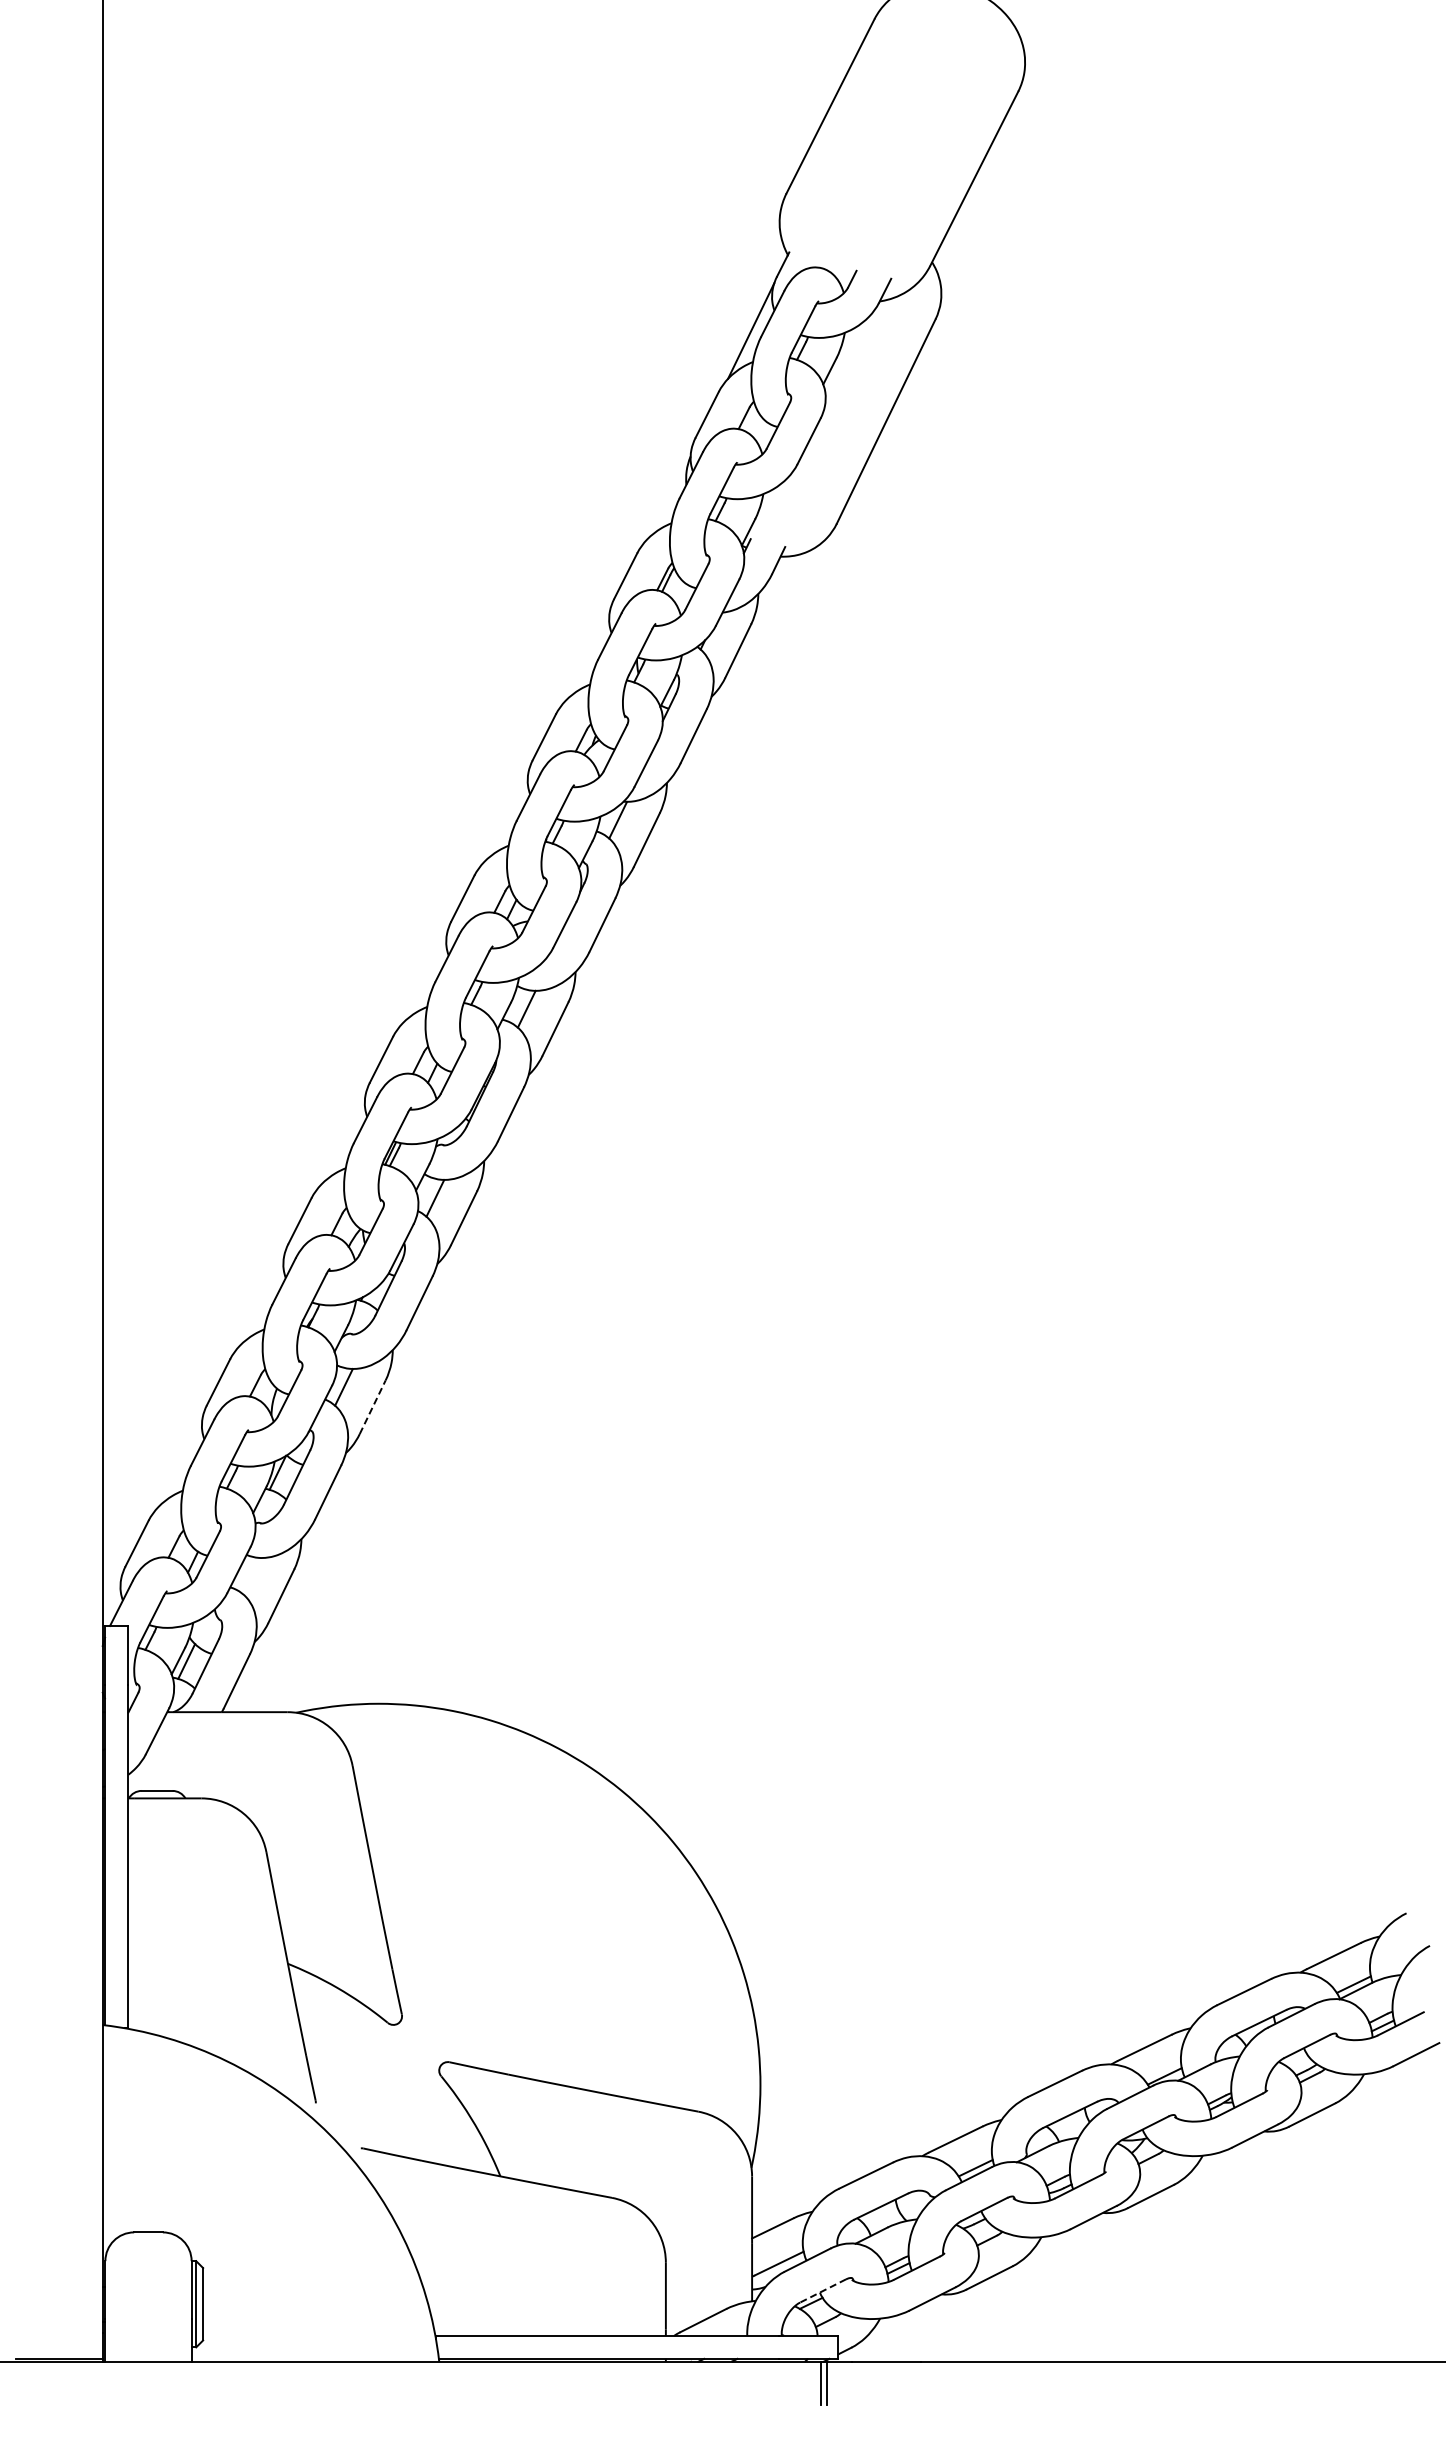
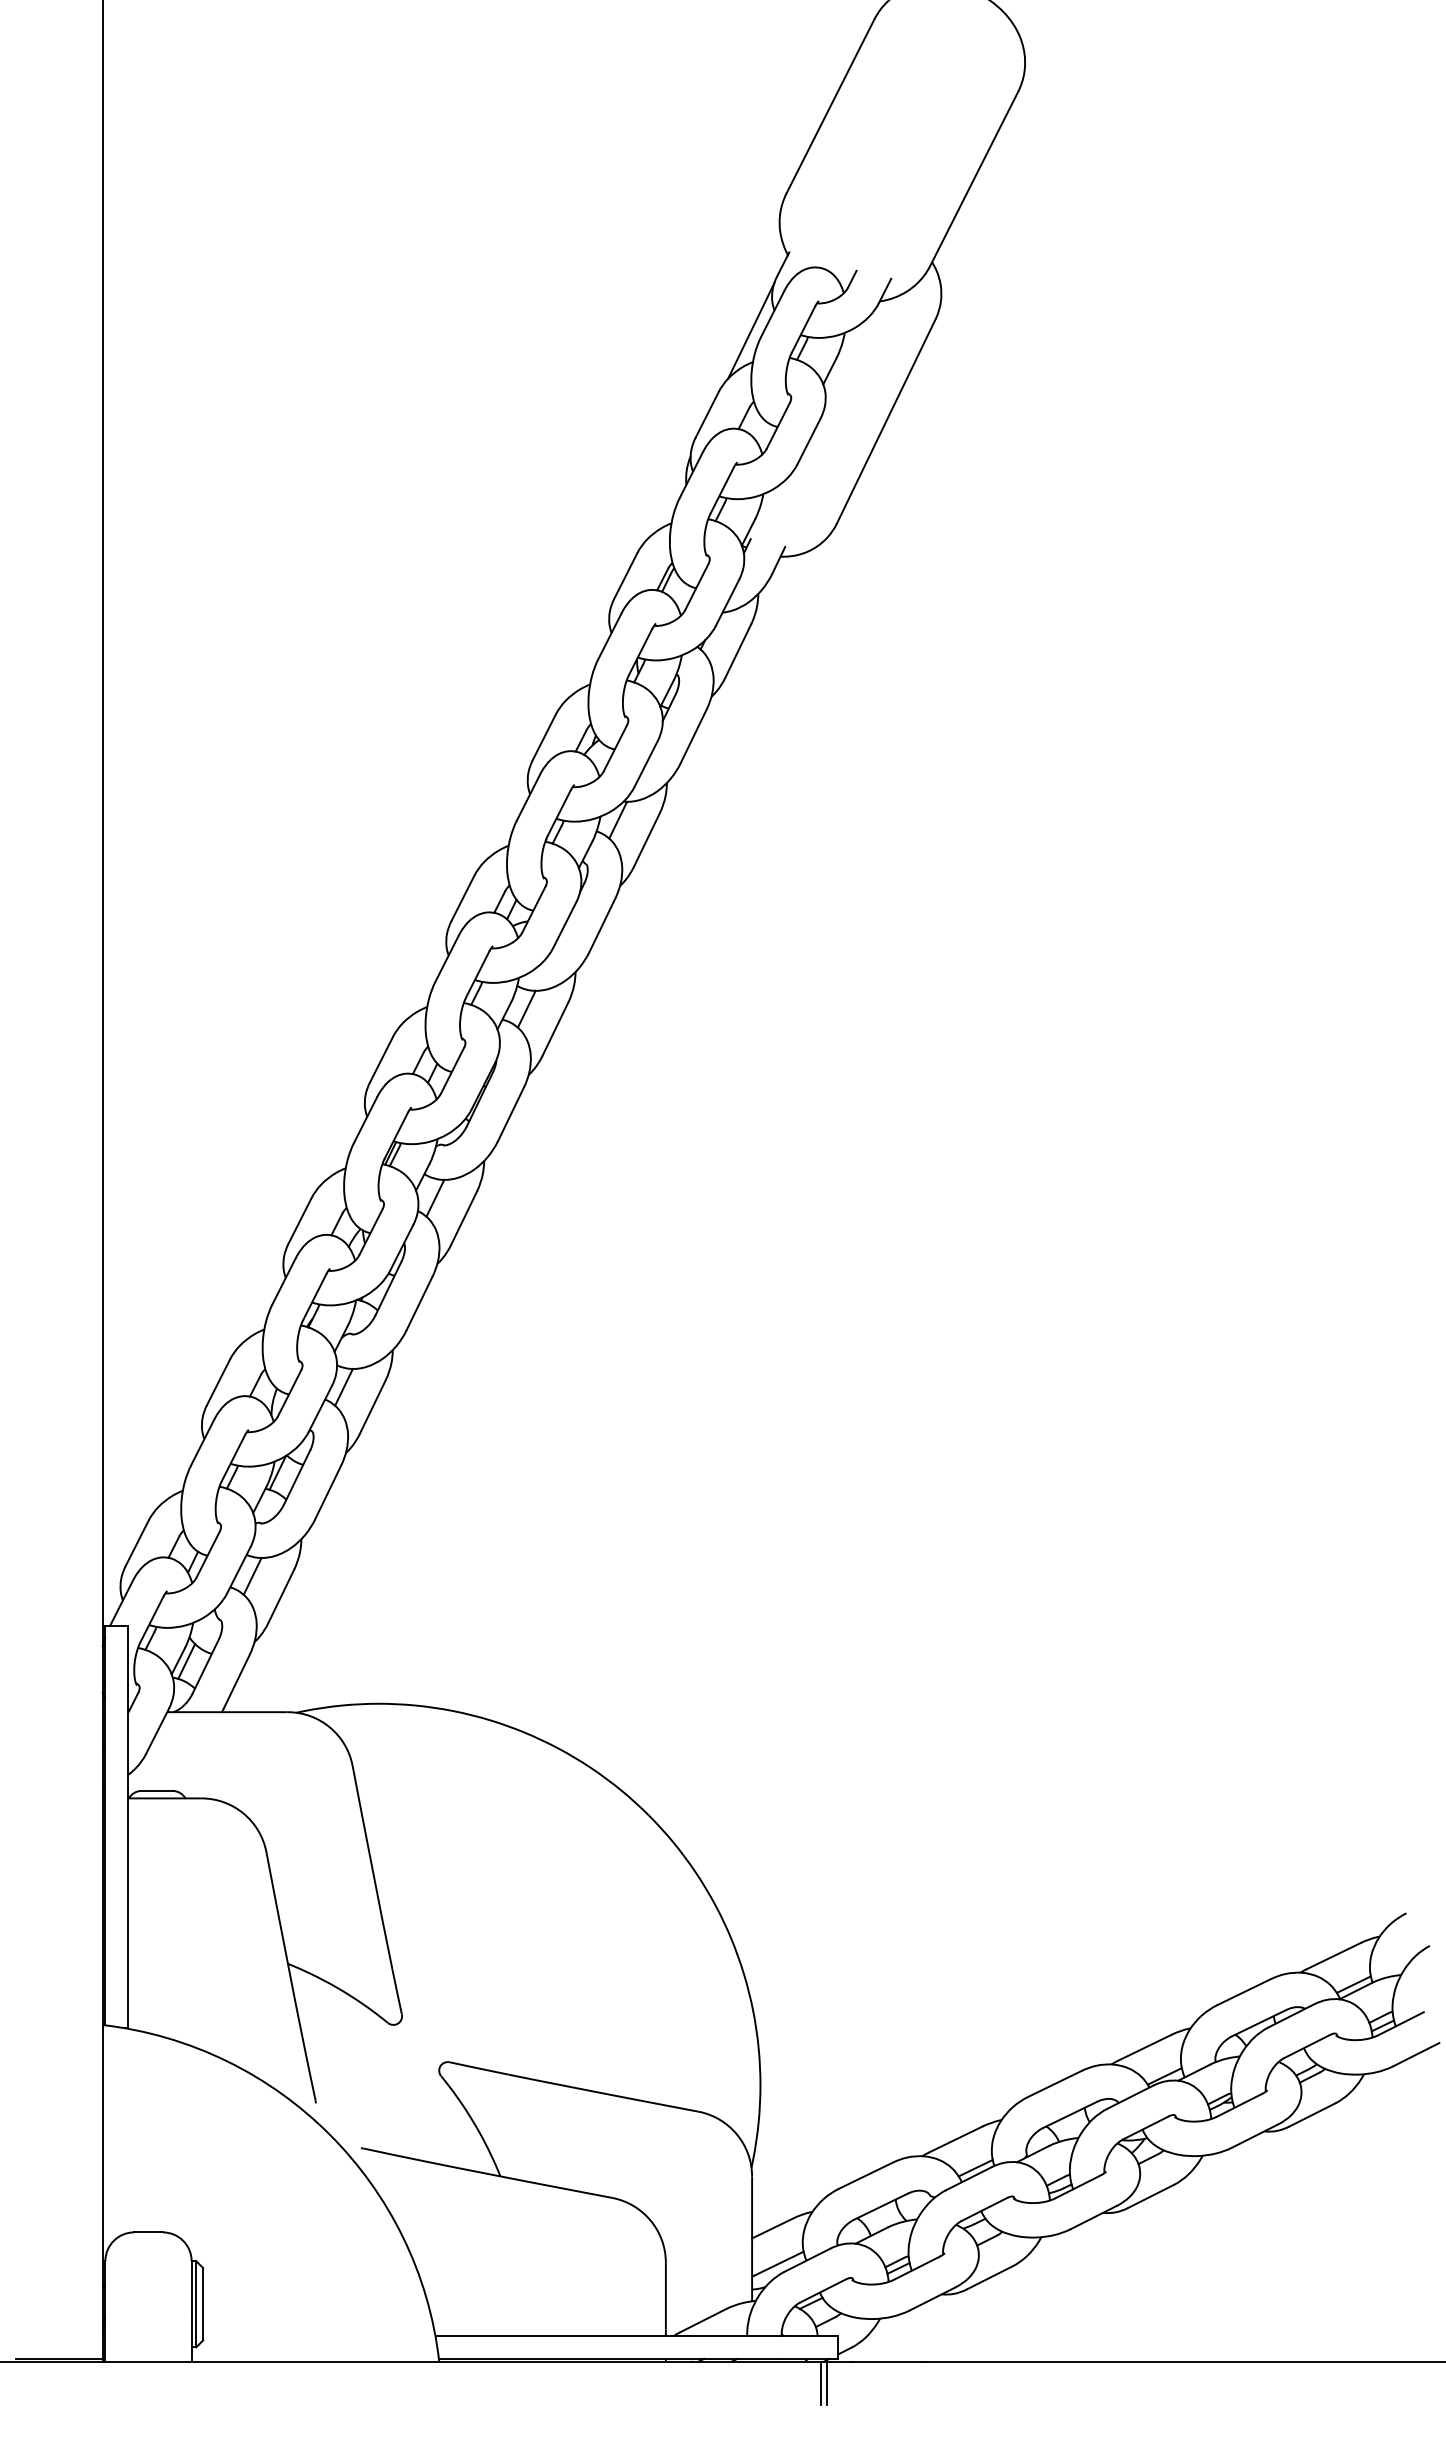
line at (372, 1407): dashed -> solid
line at (252, 1576): none -> present
line at (823, 2290): dashed -> solid
